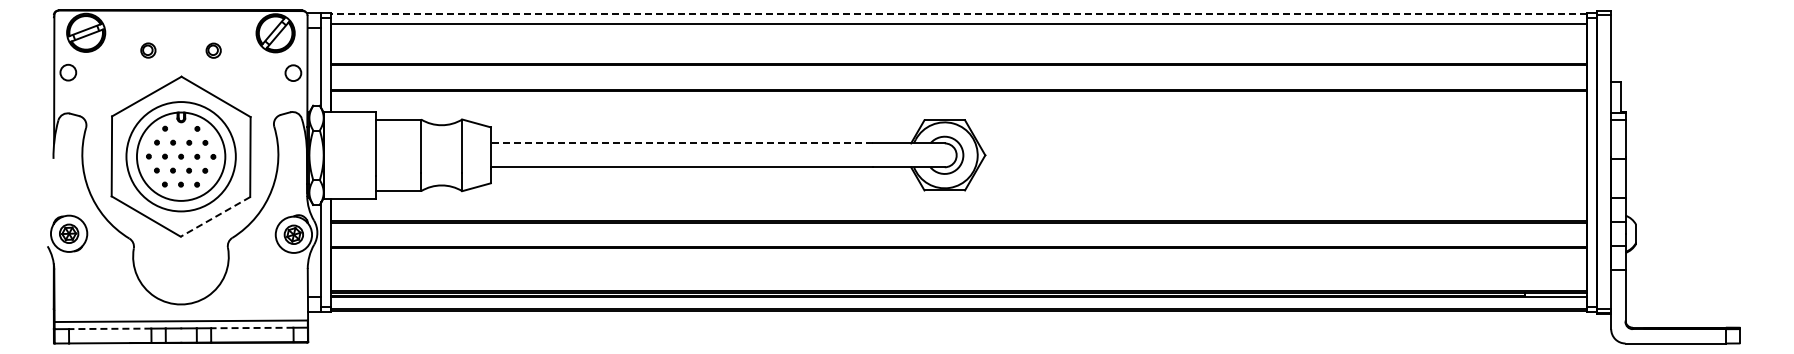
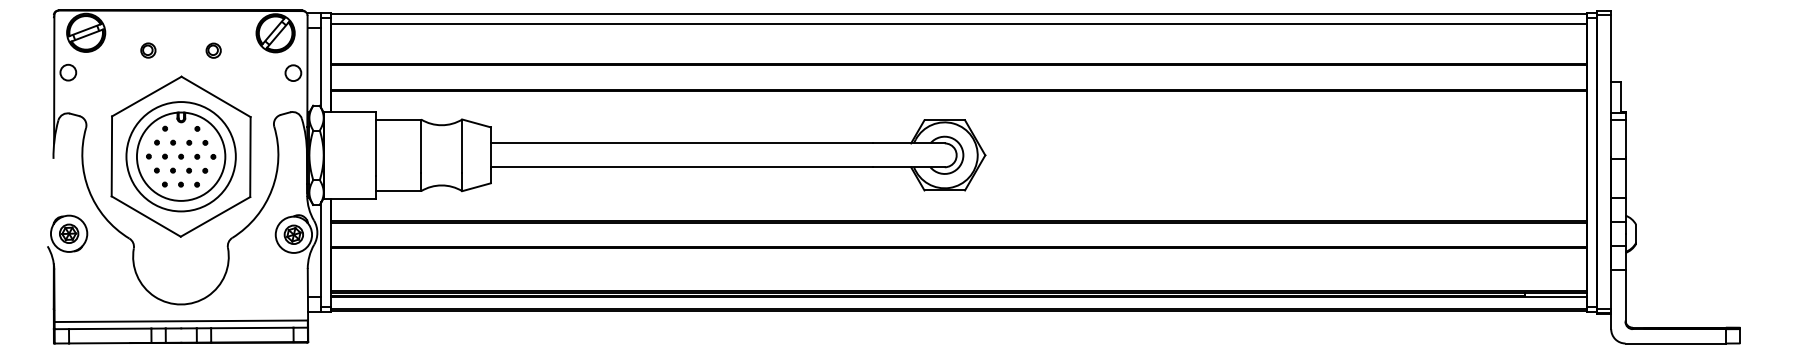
line at (958, 14): dashed -> solid
line at (681, 143): dashed -> solid
line at (215, 216): dashed -> solid
line at (109, 328): dashed -> solid
line at (251, 328): dashed -> solid
